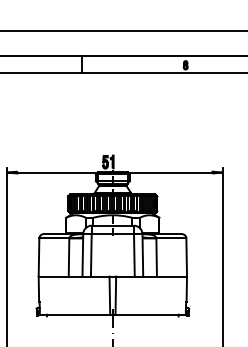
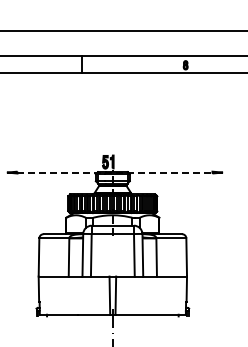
line at (114, 172): solid -> dashed
line at (6, 255): present -> none
line at (223, 255): present -> none
